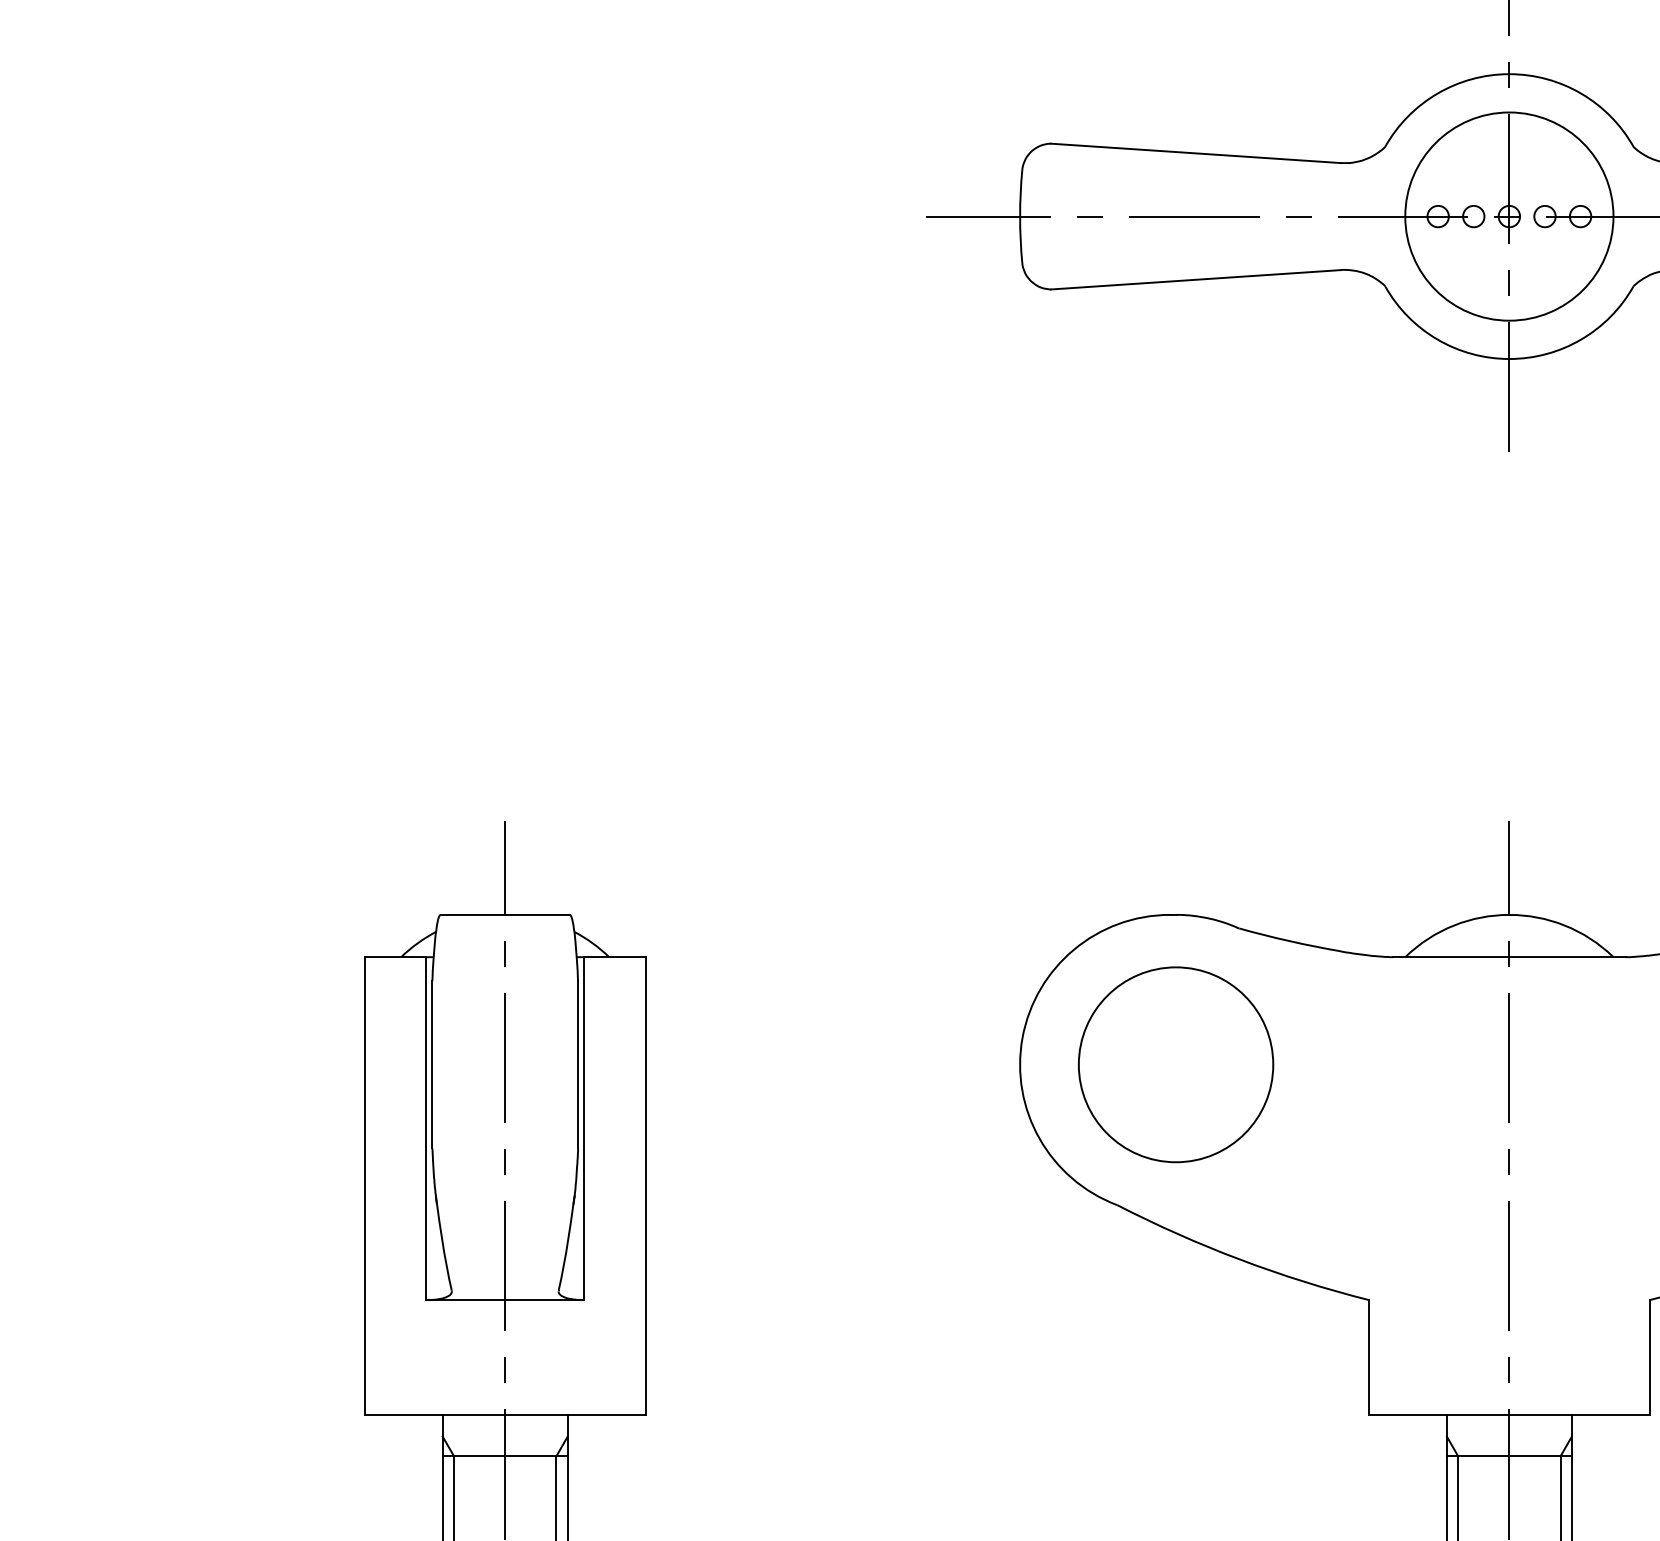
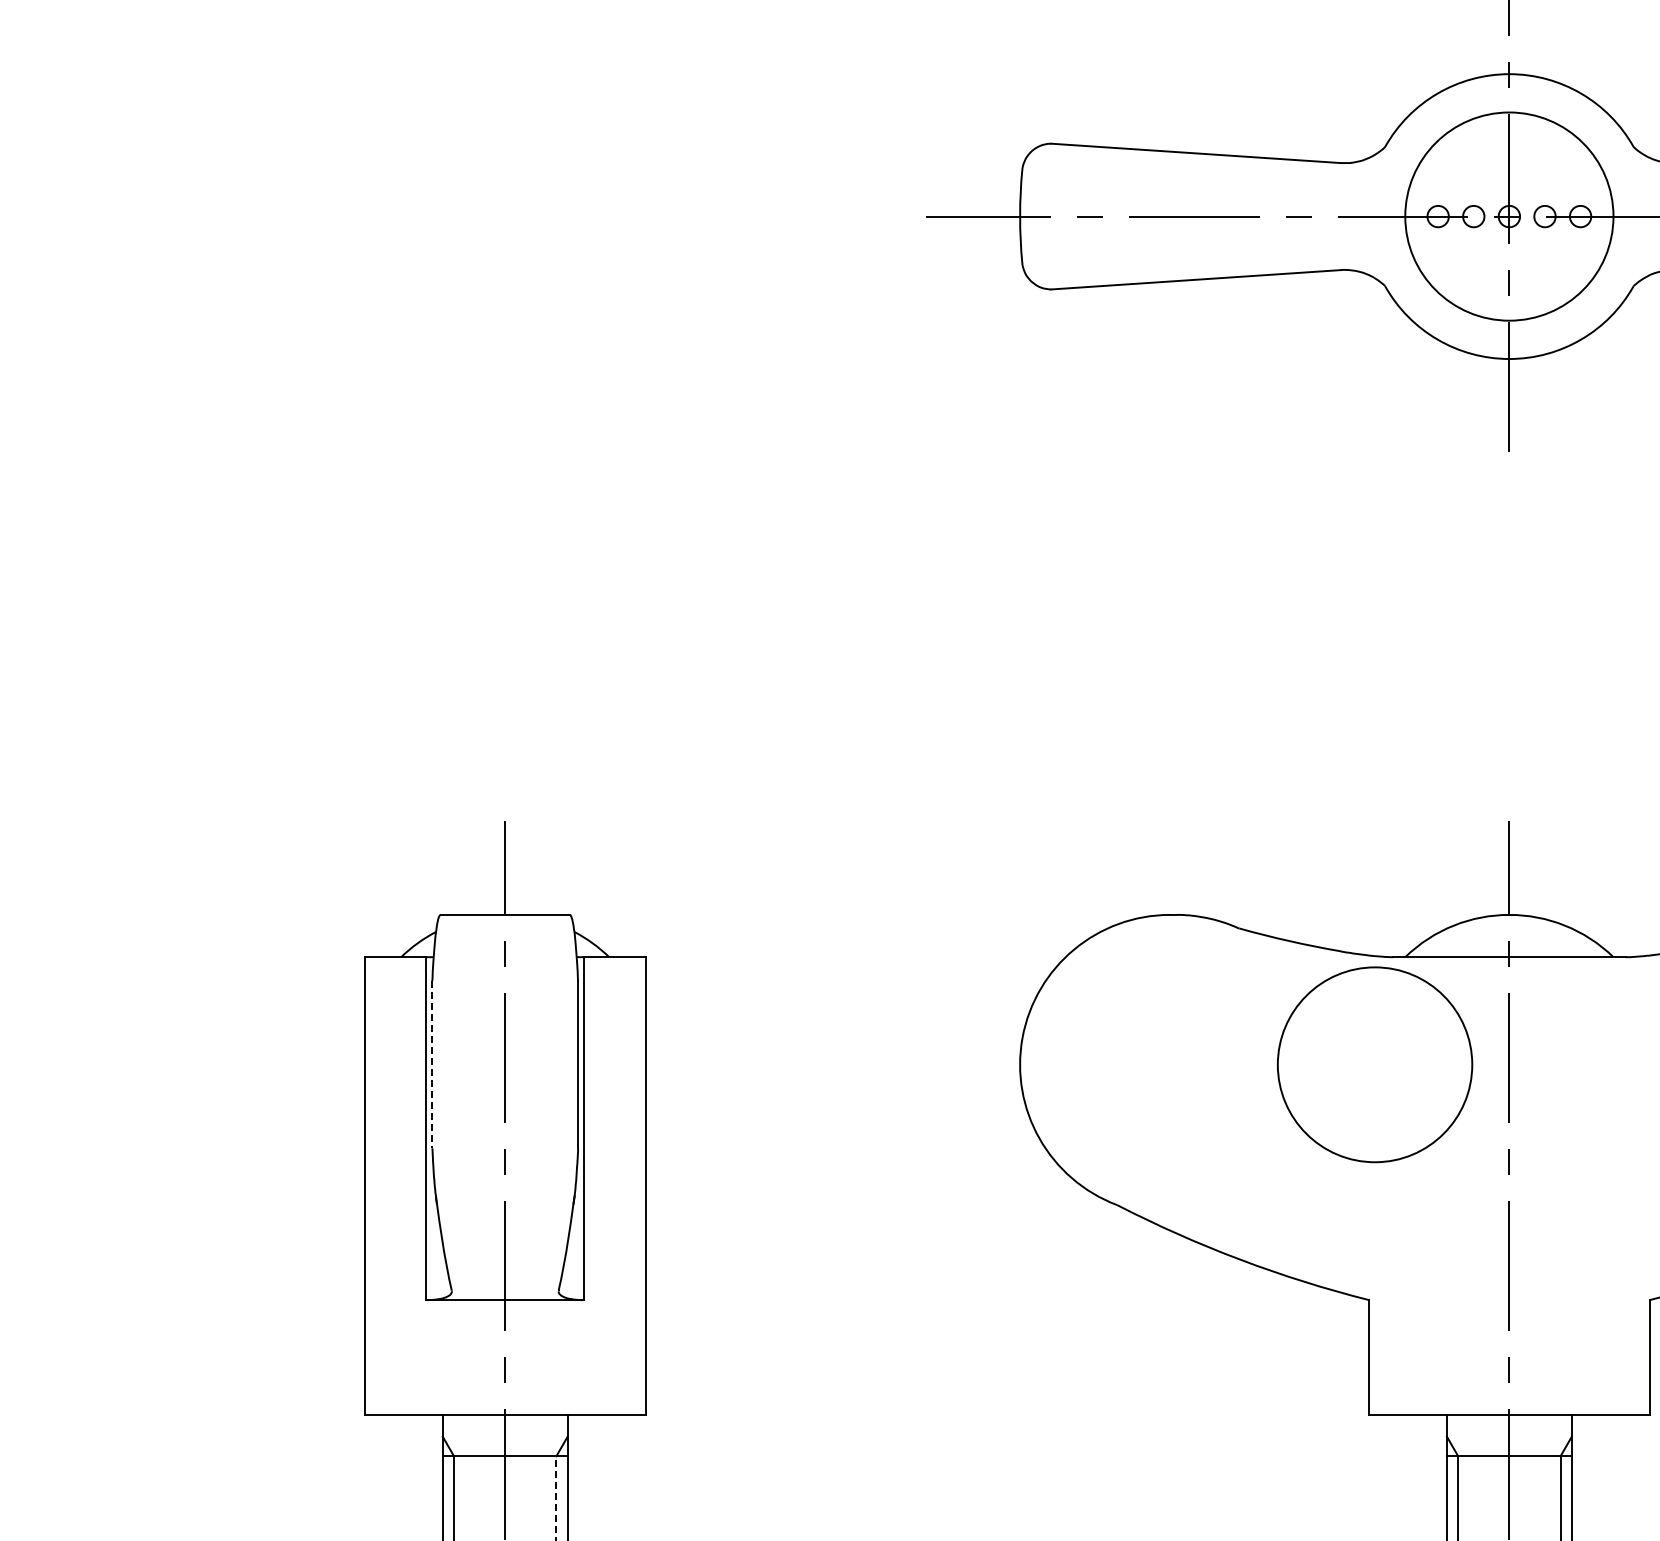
line at (432, 1064): solid -> dashed
part at (1176, 1064) position: (1176, 1064) -> (1375, 1064)
line at (556, 1498): solid -> dashed
